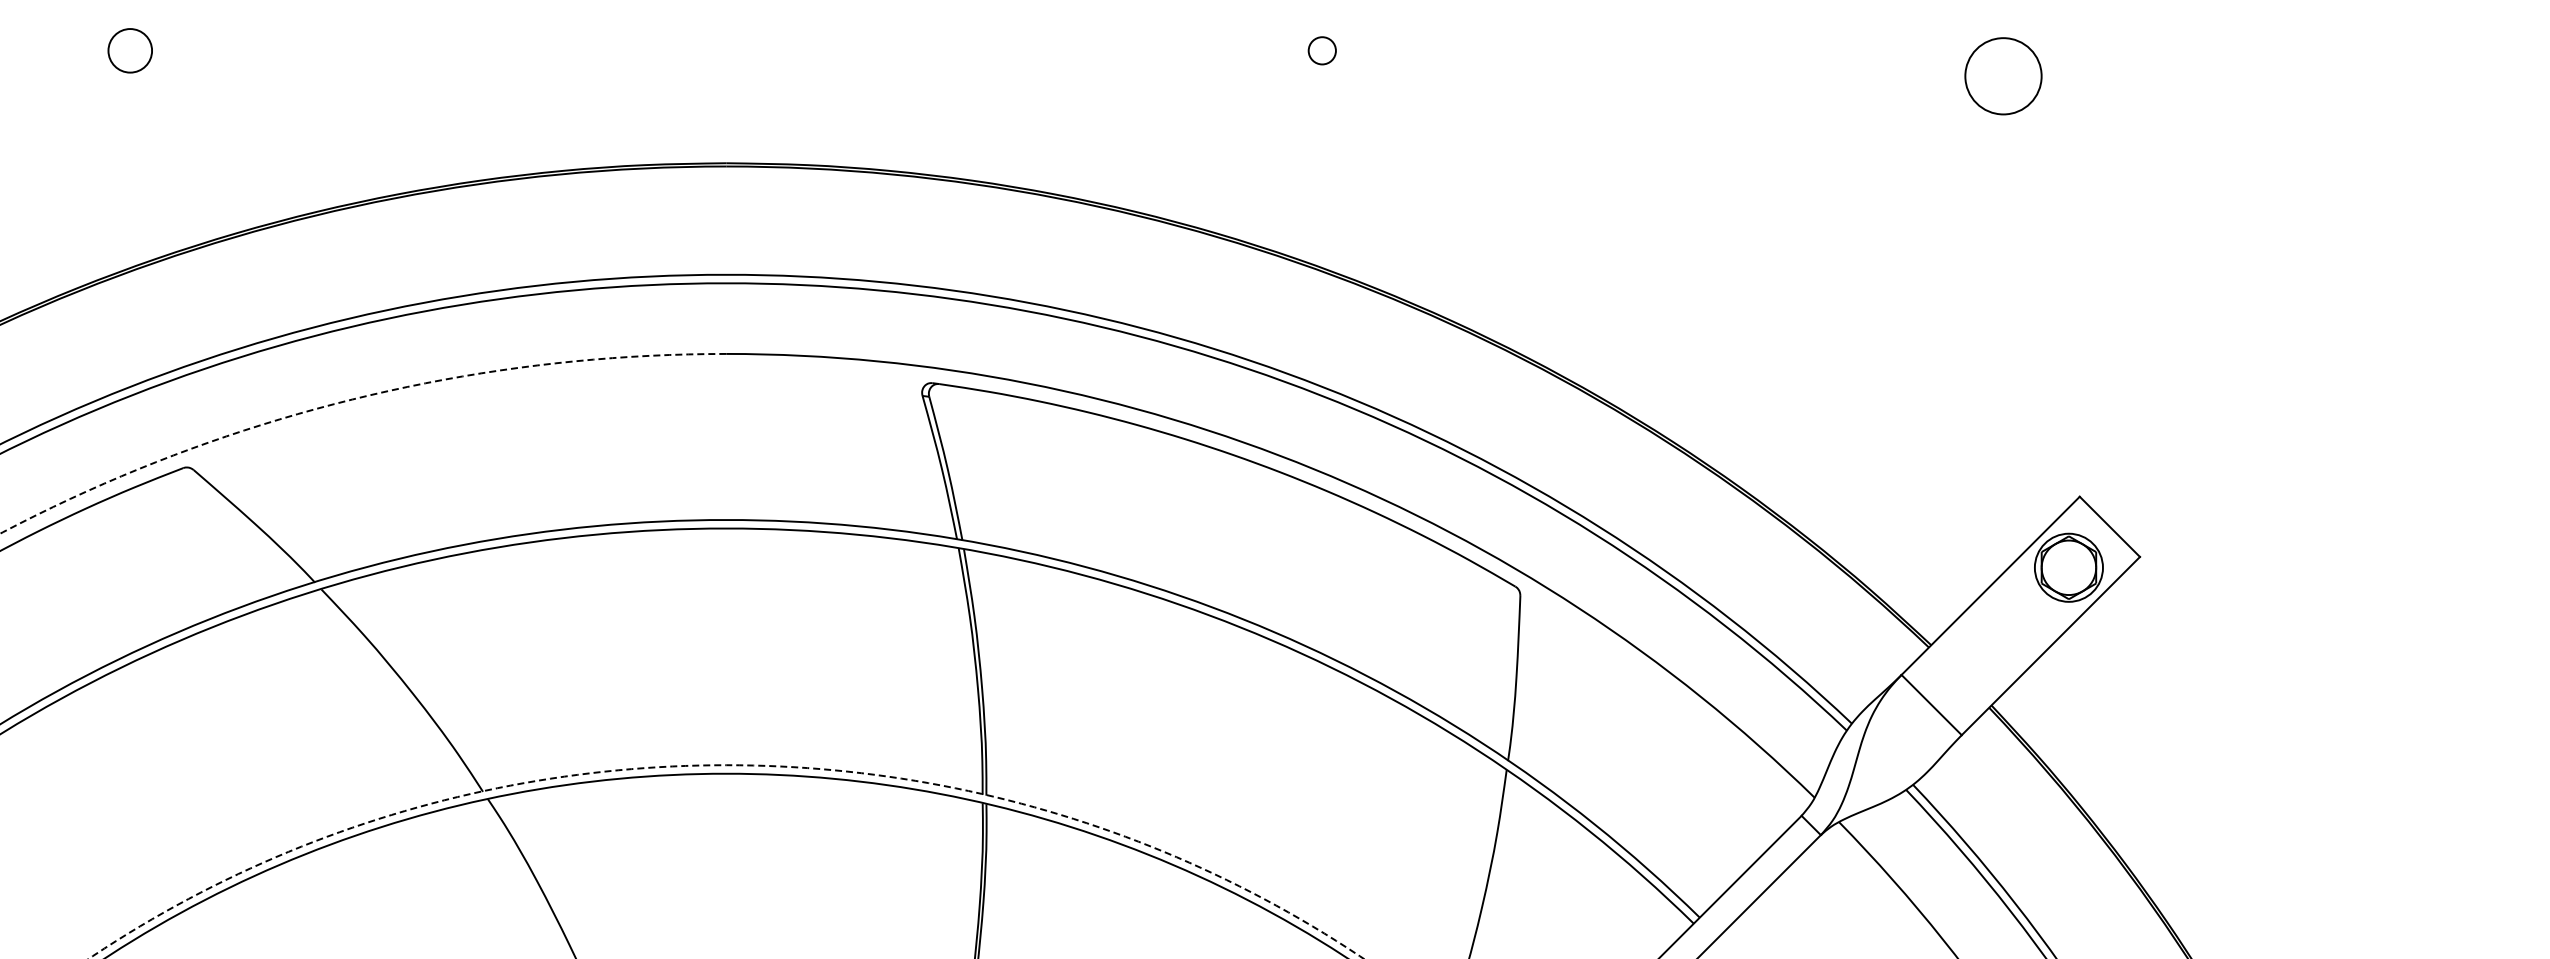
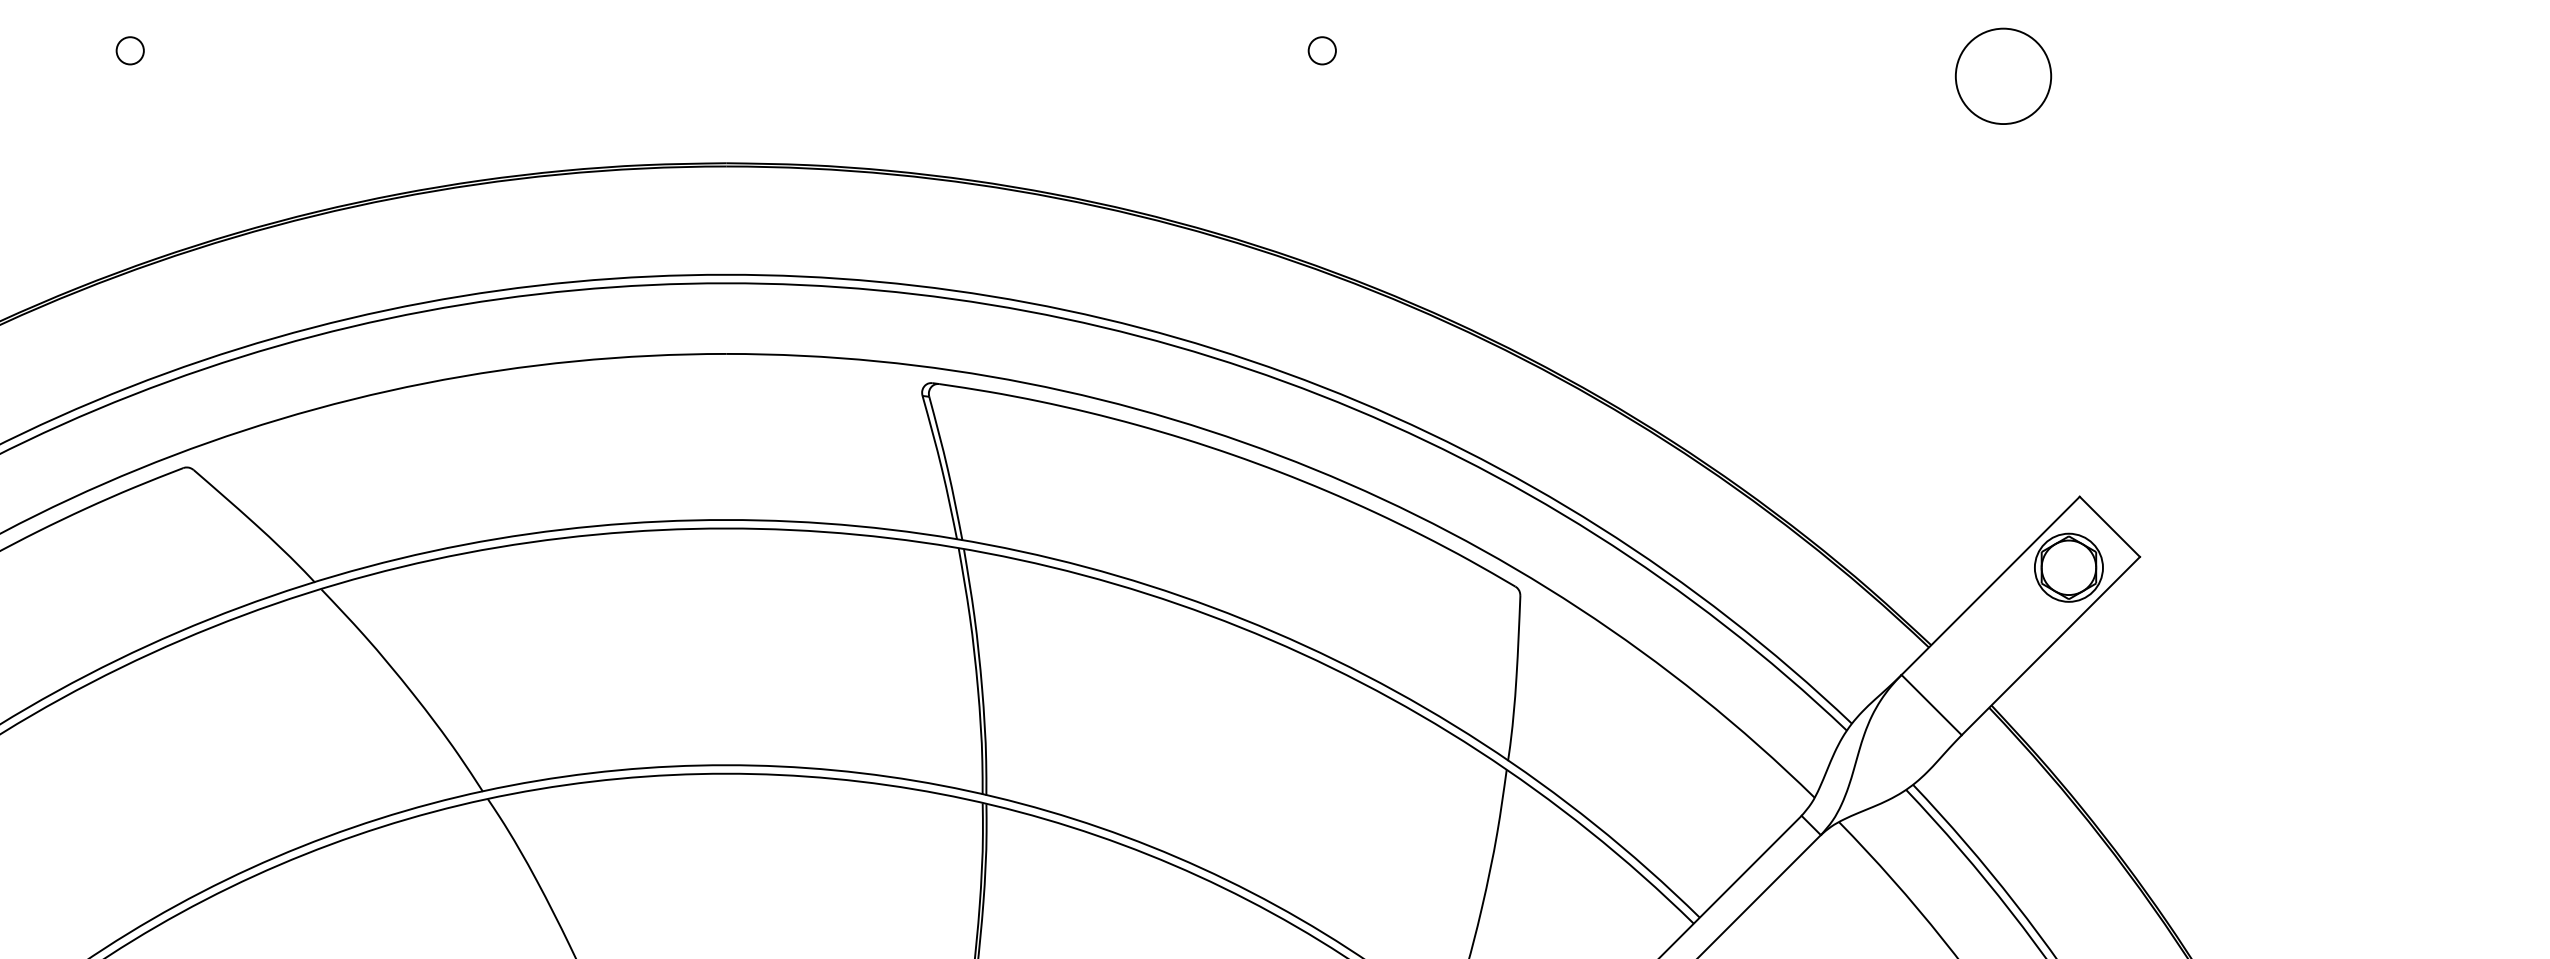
circle at (130, 50) diameter: 44 px -> 27 px
circle at (2003, 76) size: 79x79 px -> 99x98 px
arc at (351, 399): dashed -> solid
arc at (726, 765): dashed -> solid
